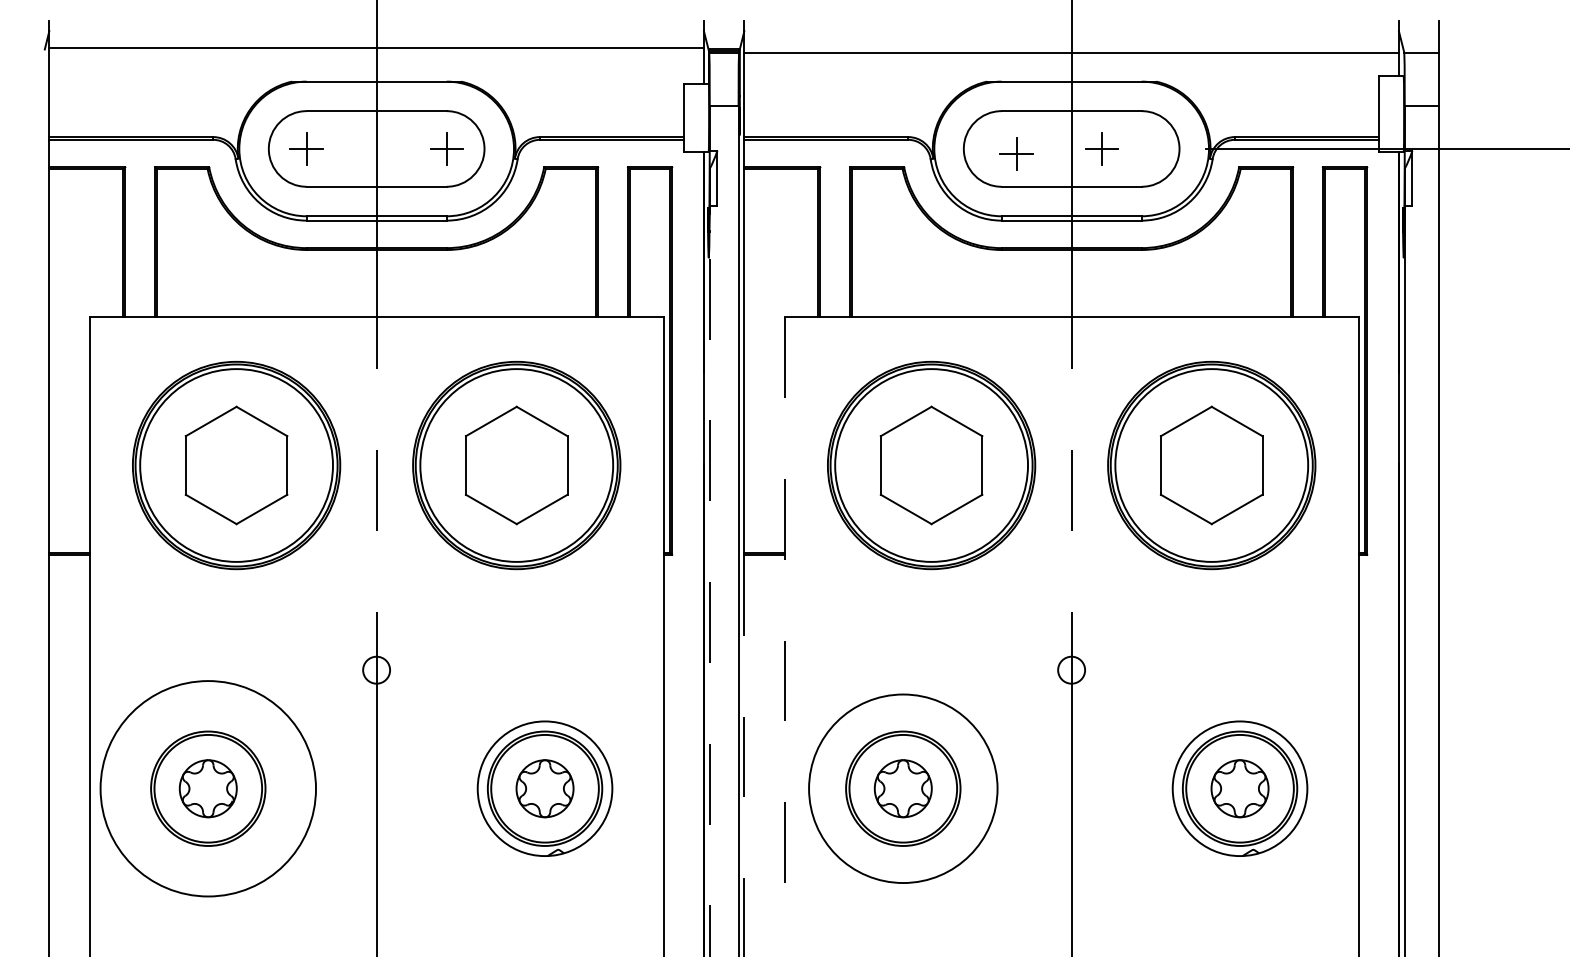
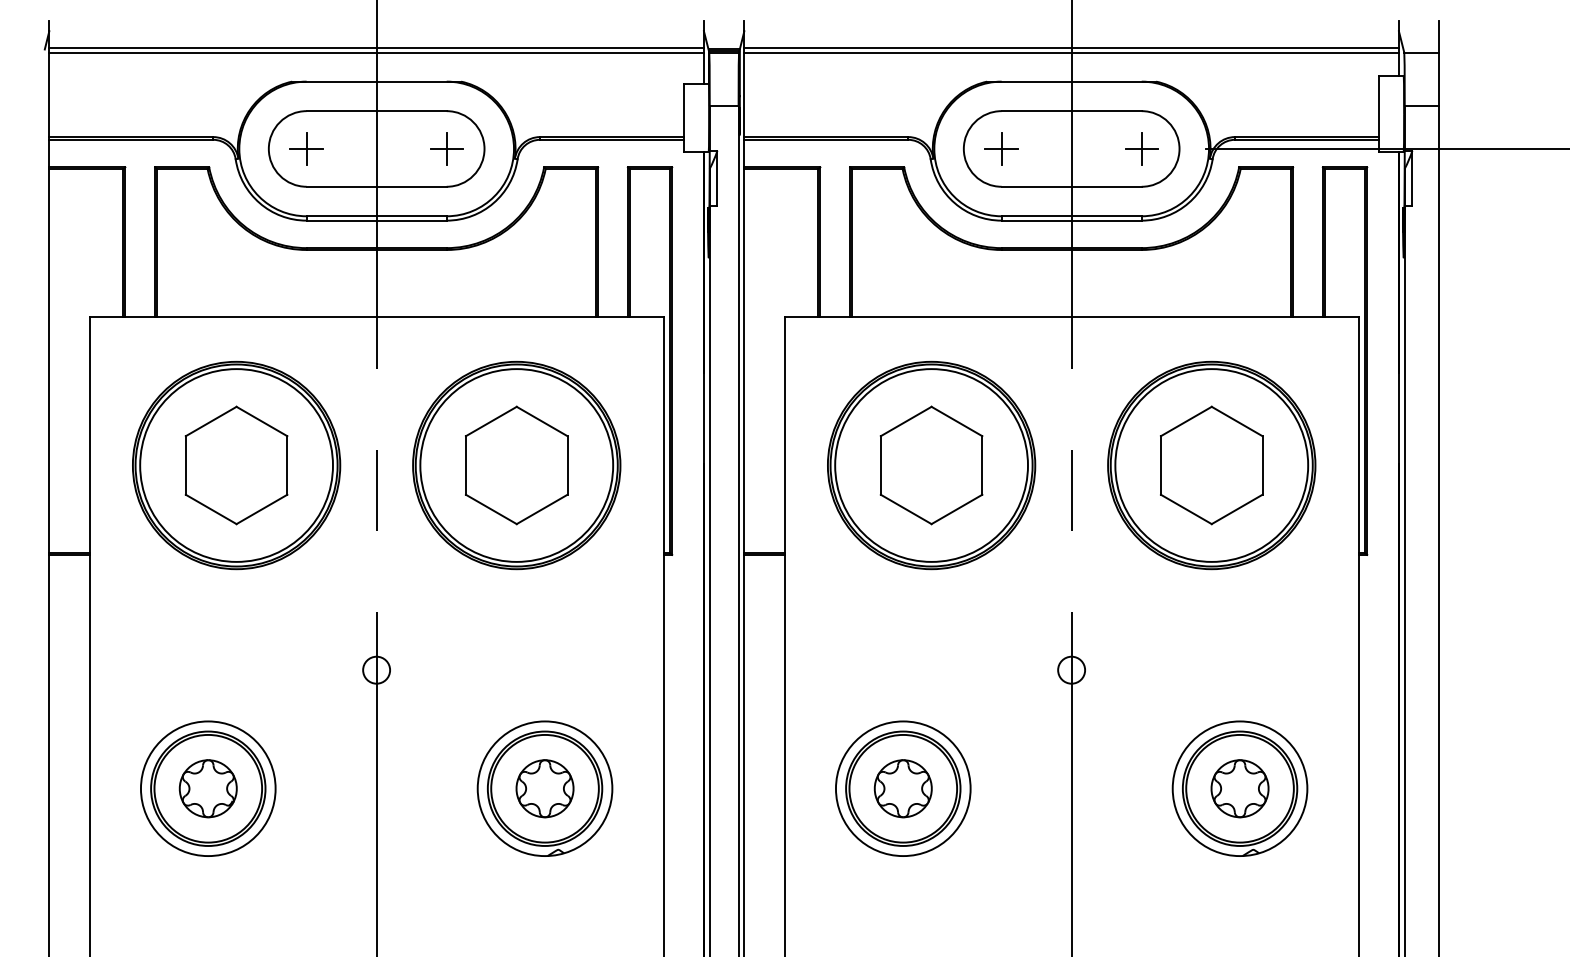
line at (1071, 47): none -> present
line at (376, 52): none -> present
part at (1101, 148) position: (1101, 148) -> (1141, 148)
part at (1016, 153) position: (1016, 153) -> (1001, 148)
line at (709, 580): dashed -> solid
line at (784, 637): dashed -> solid
line at (744, 755): dashed -> solid
circle at (208, 788) diameter: 215 px -> 135 px
circle at (903, 788) diameter: 188 px -> 135 px
